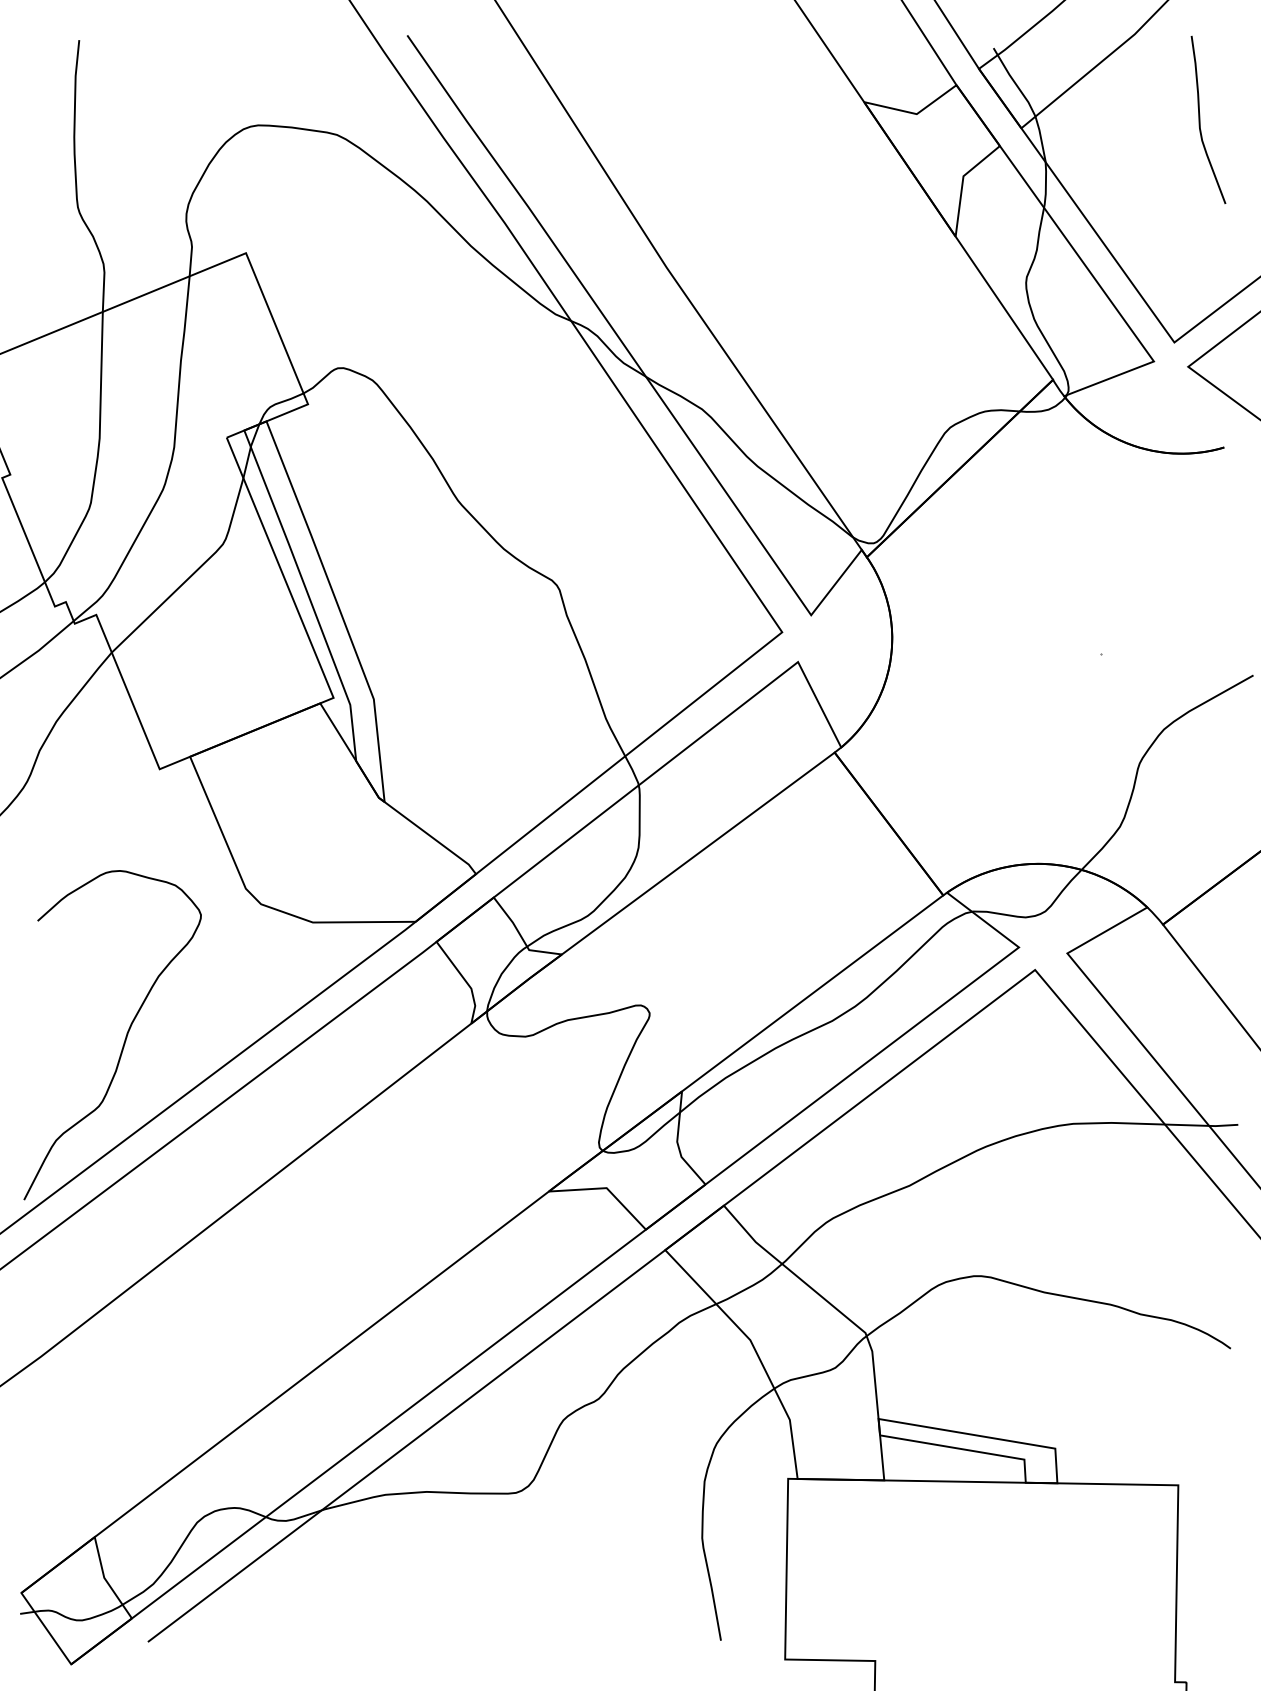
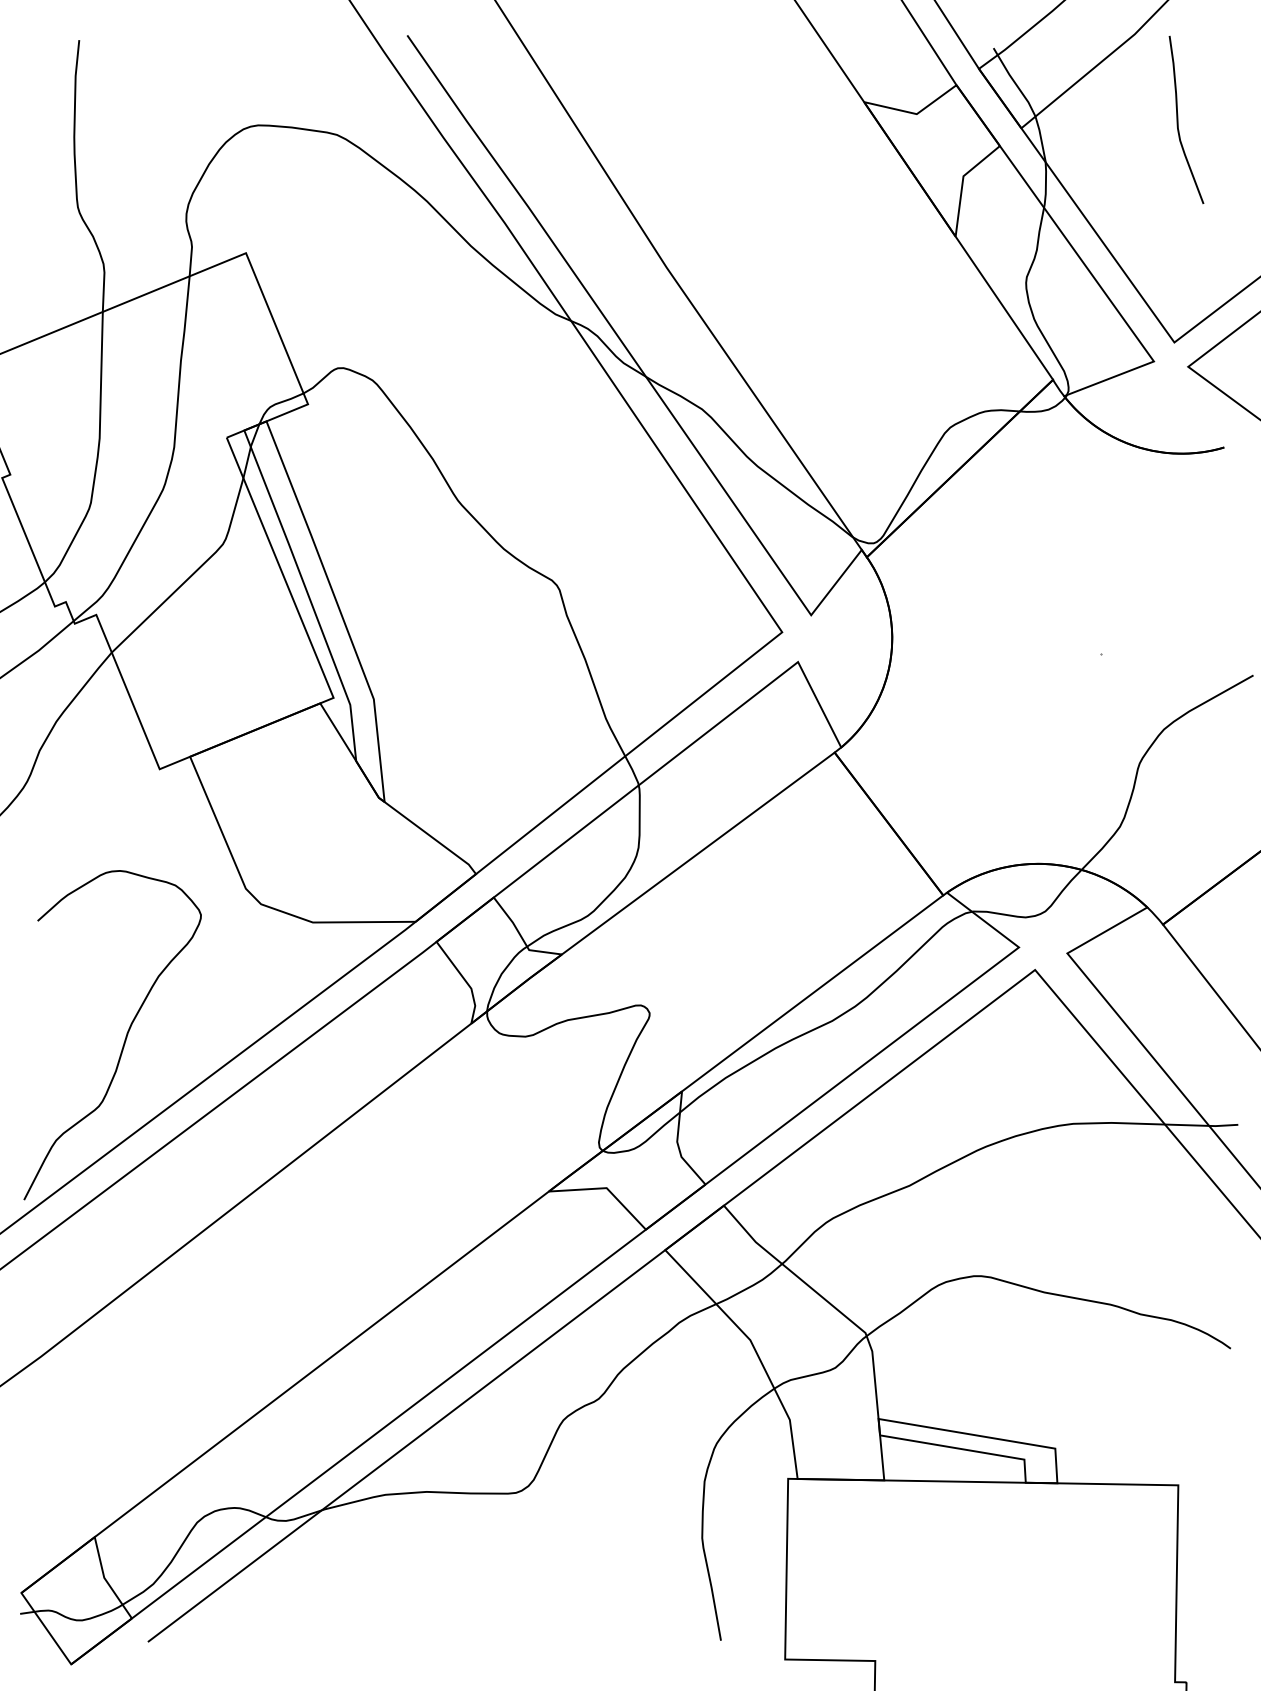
curve at (1200, 119) position: (1200, 119) -> (1178, 119)
